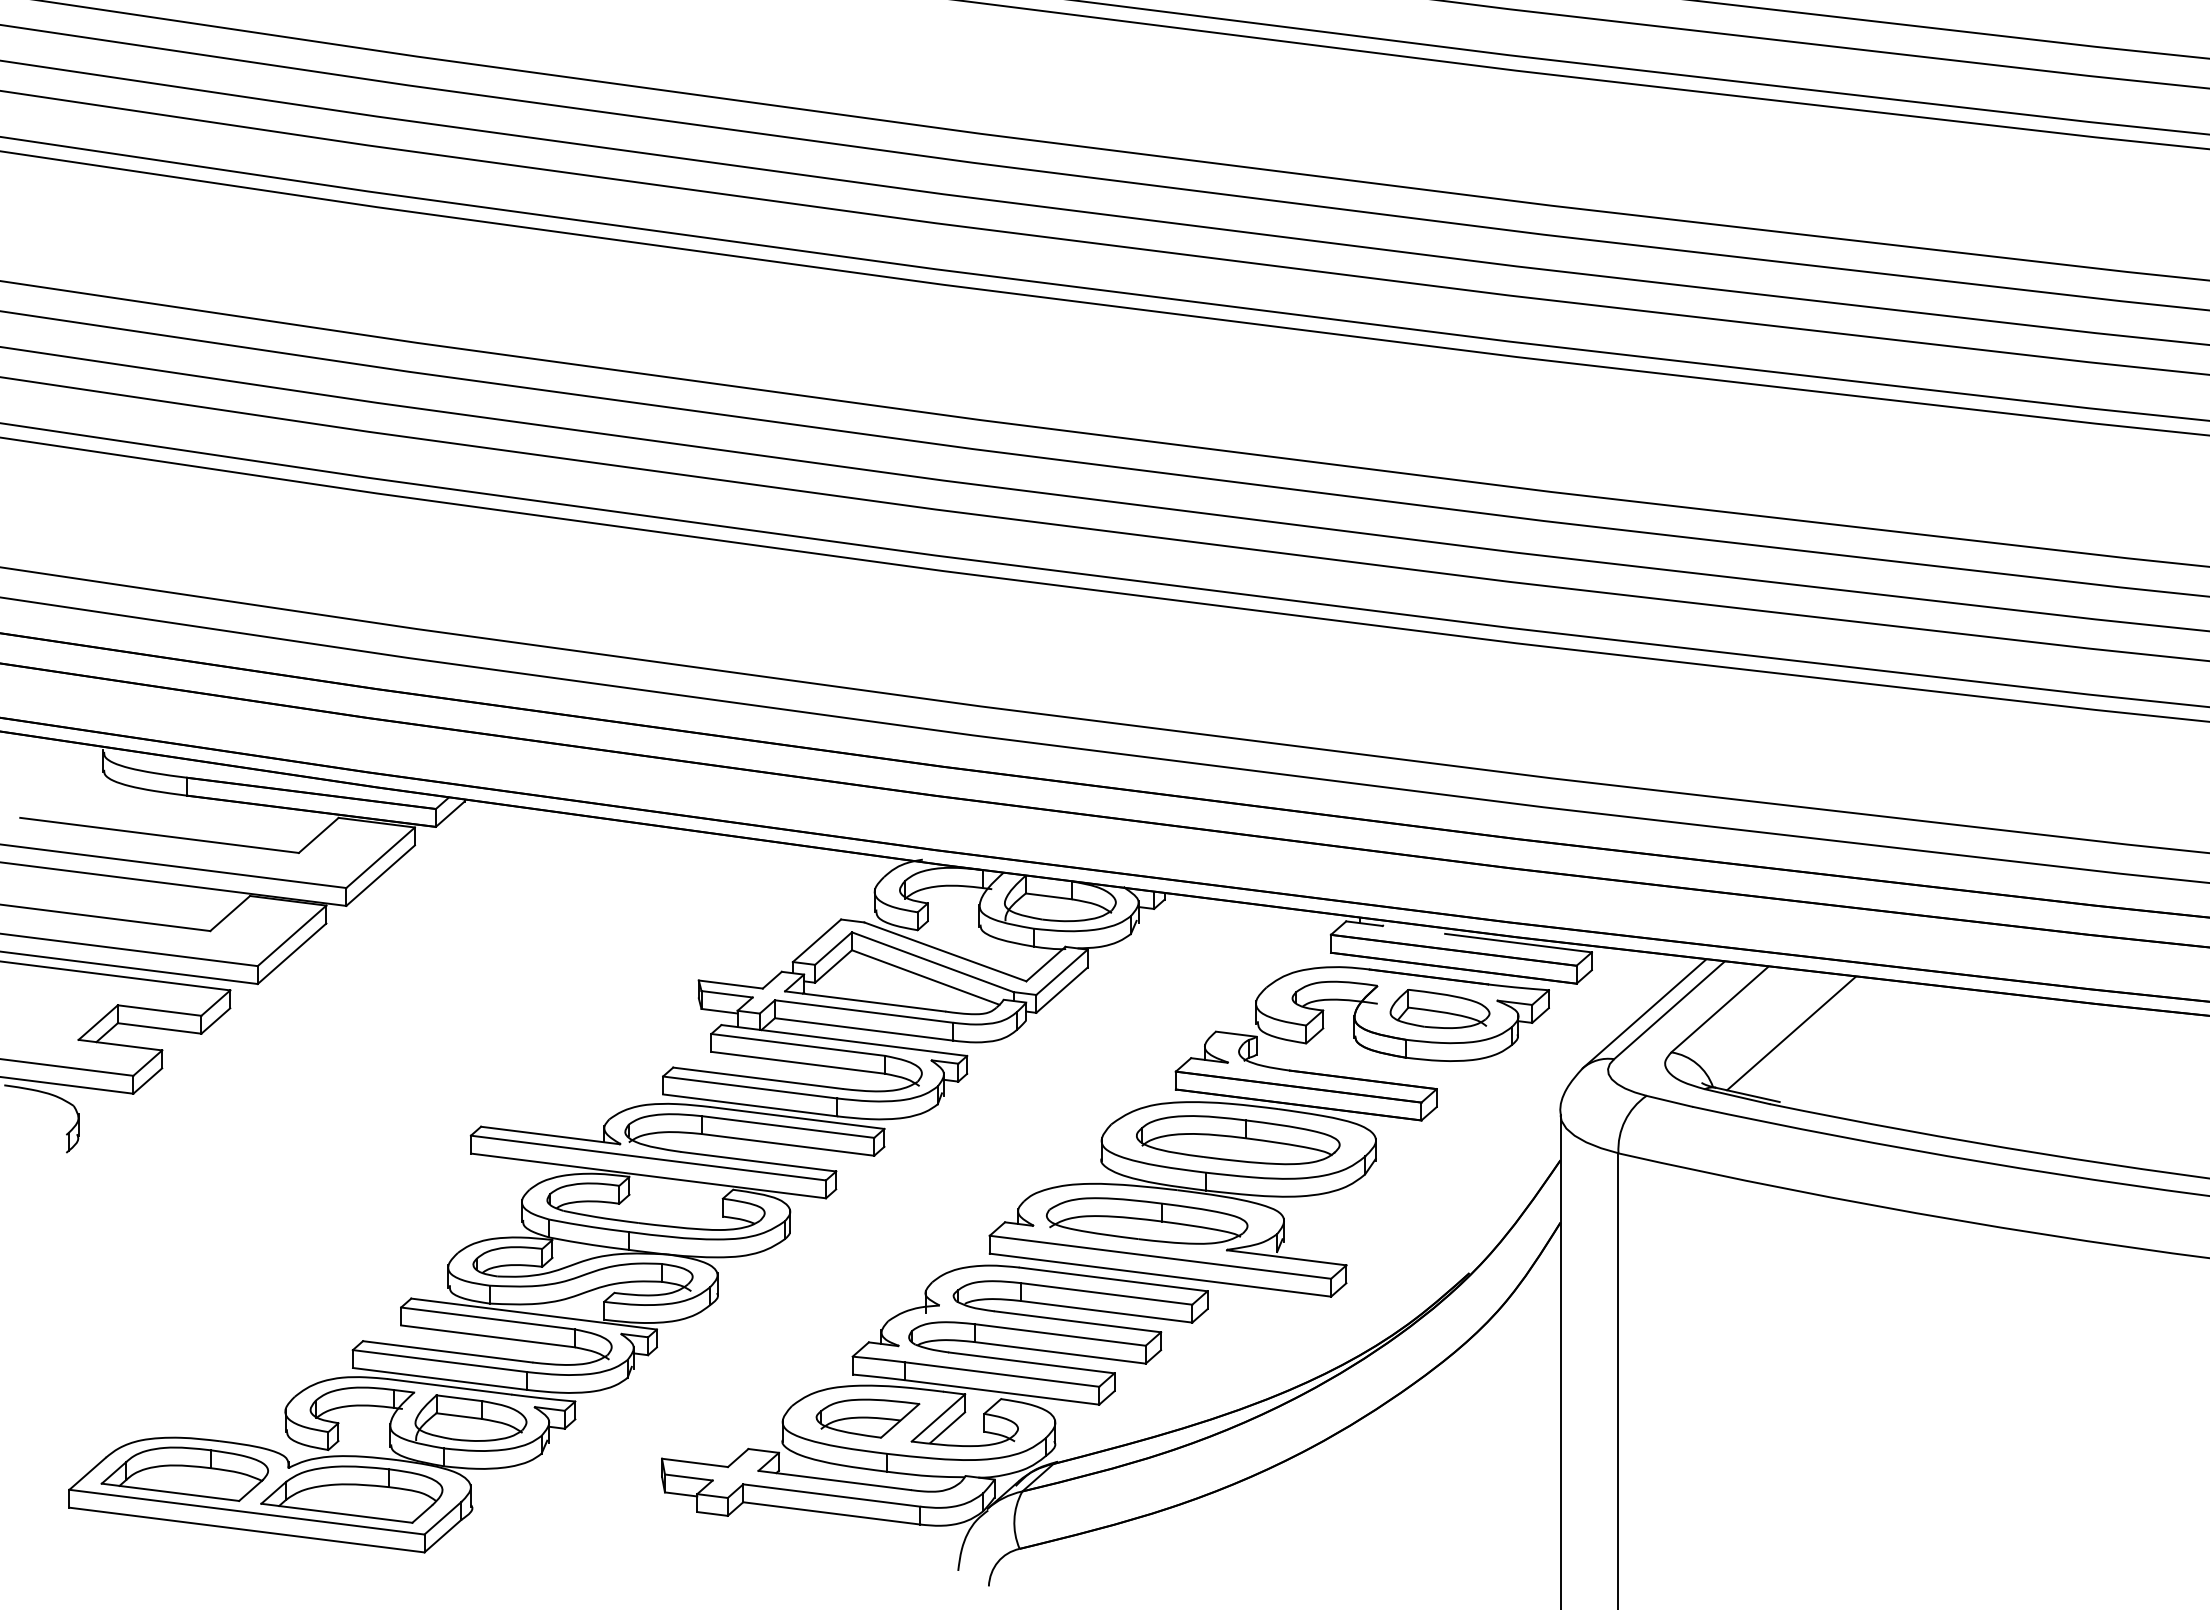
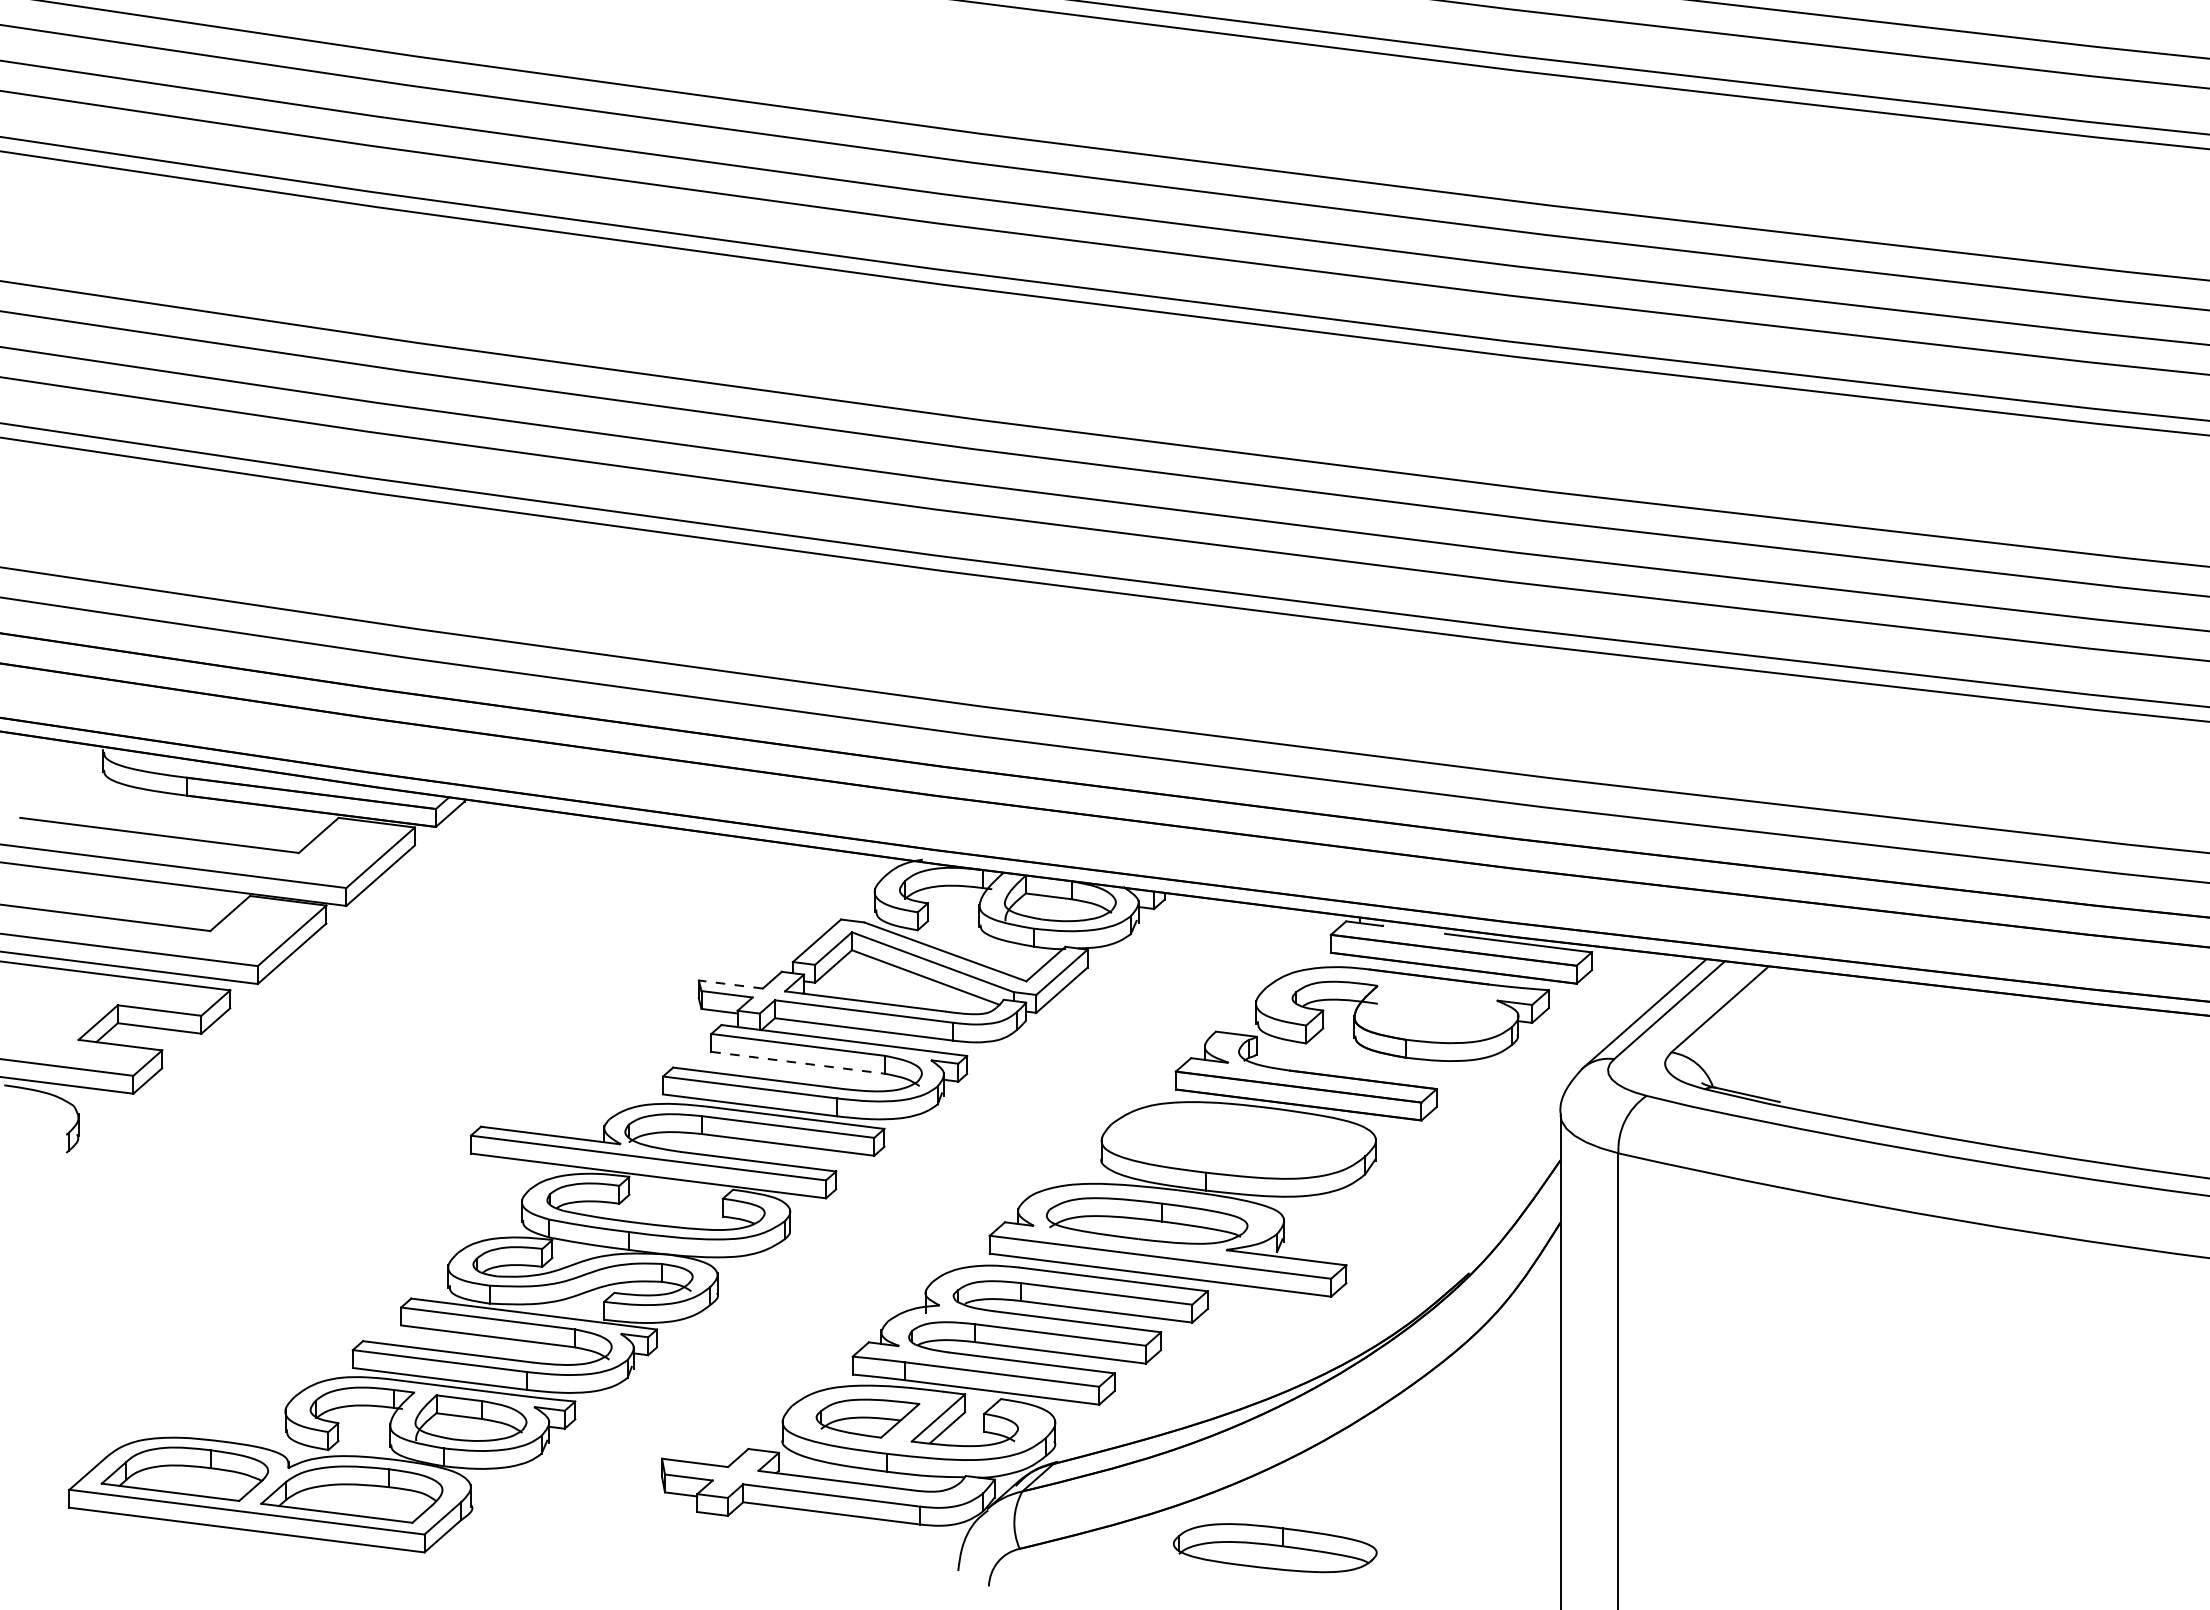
line at (730, 984): solid -> dashed
part at (1439, 1008): present -> none
line at (1791, 1033): present -> none
line at (798, 1062): solid -> dashed
part at (1238, 1140) position: (1238, 1140) -> (1275, 1548)
